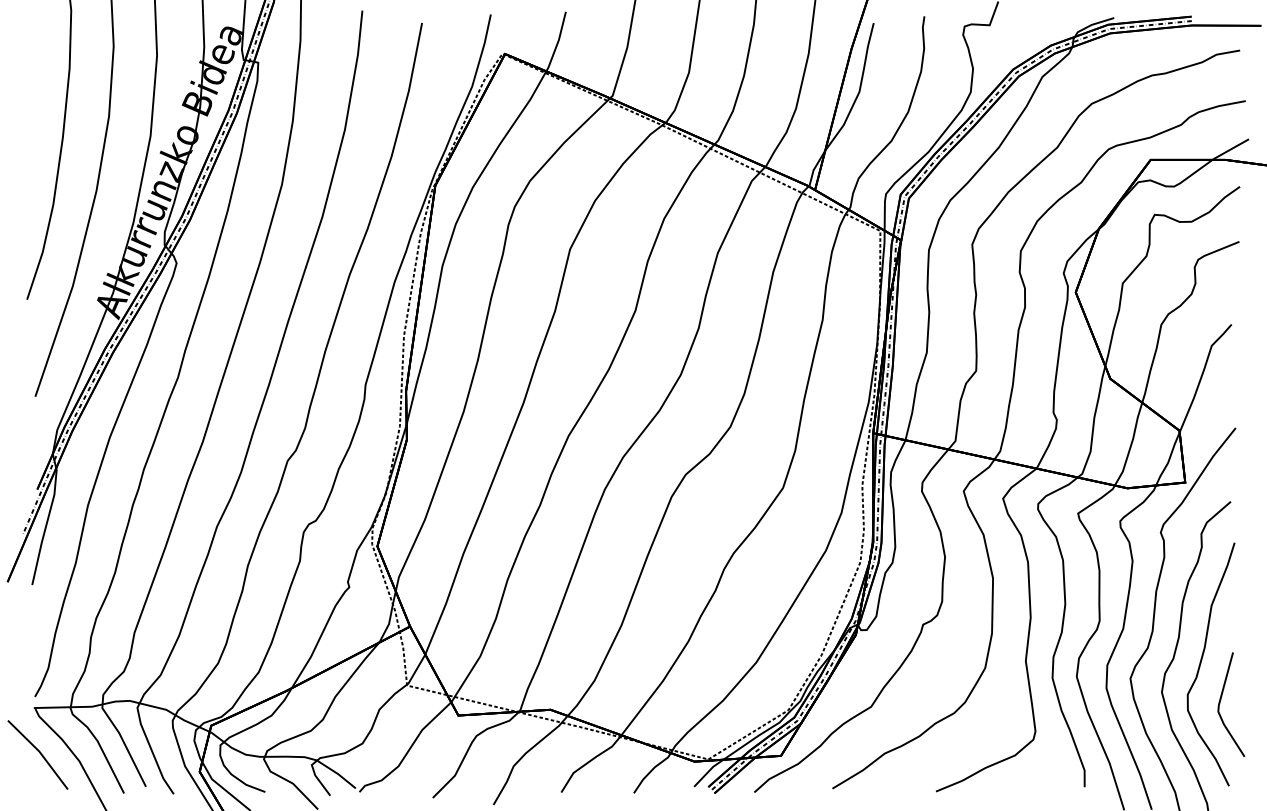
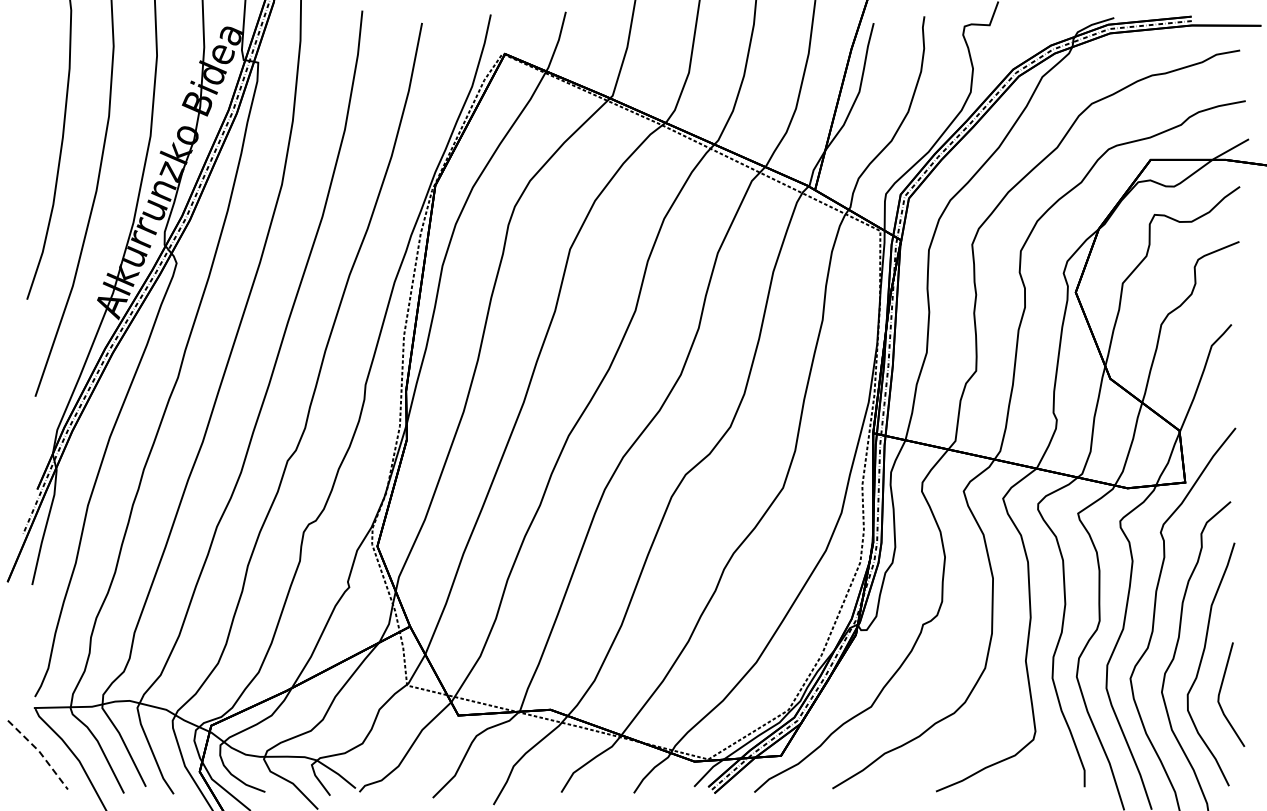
line at (1221, 700) position: (1221, 700) -> (1221, 690)
line at (40, 752): solid -> dashed
